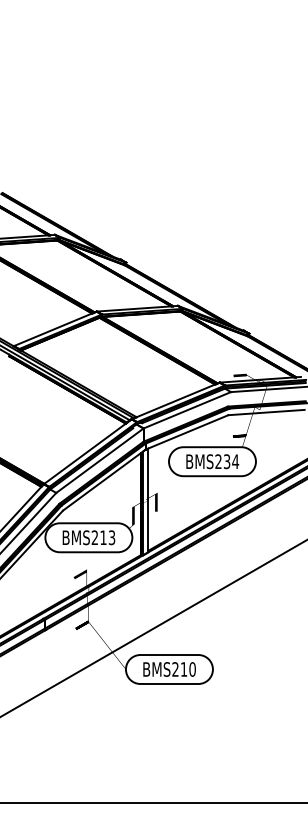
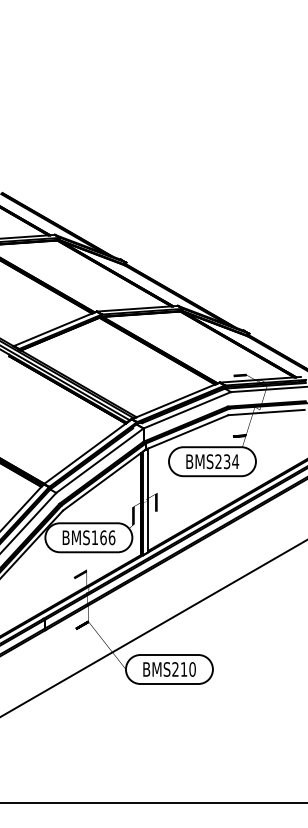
text at (103, 537): BMS213 -> BMS166
